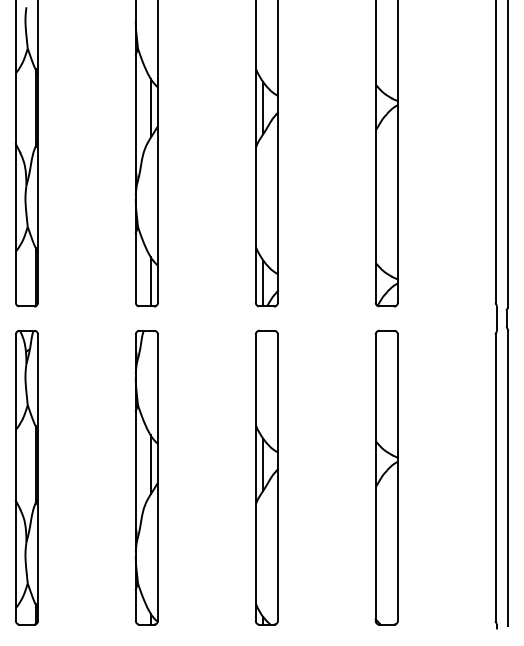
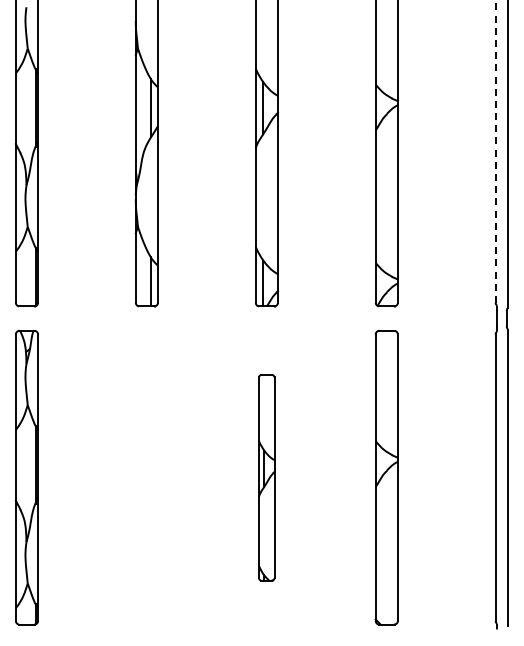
line at (495, 151): solid -> dashed
part at (146, 477): present -> none
part at (266, 477) size: 25x296 px -> 18x208 px
